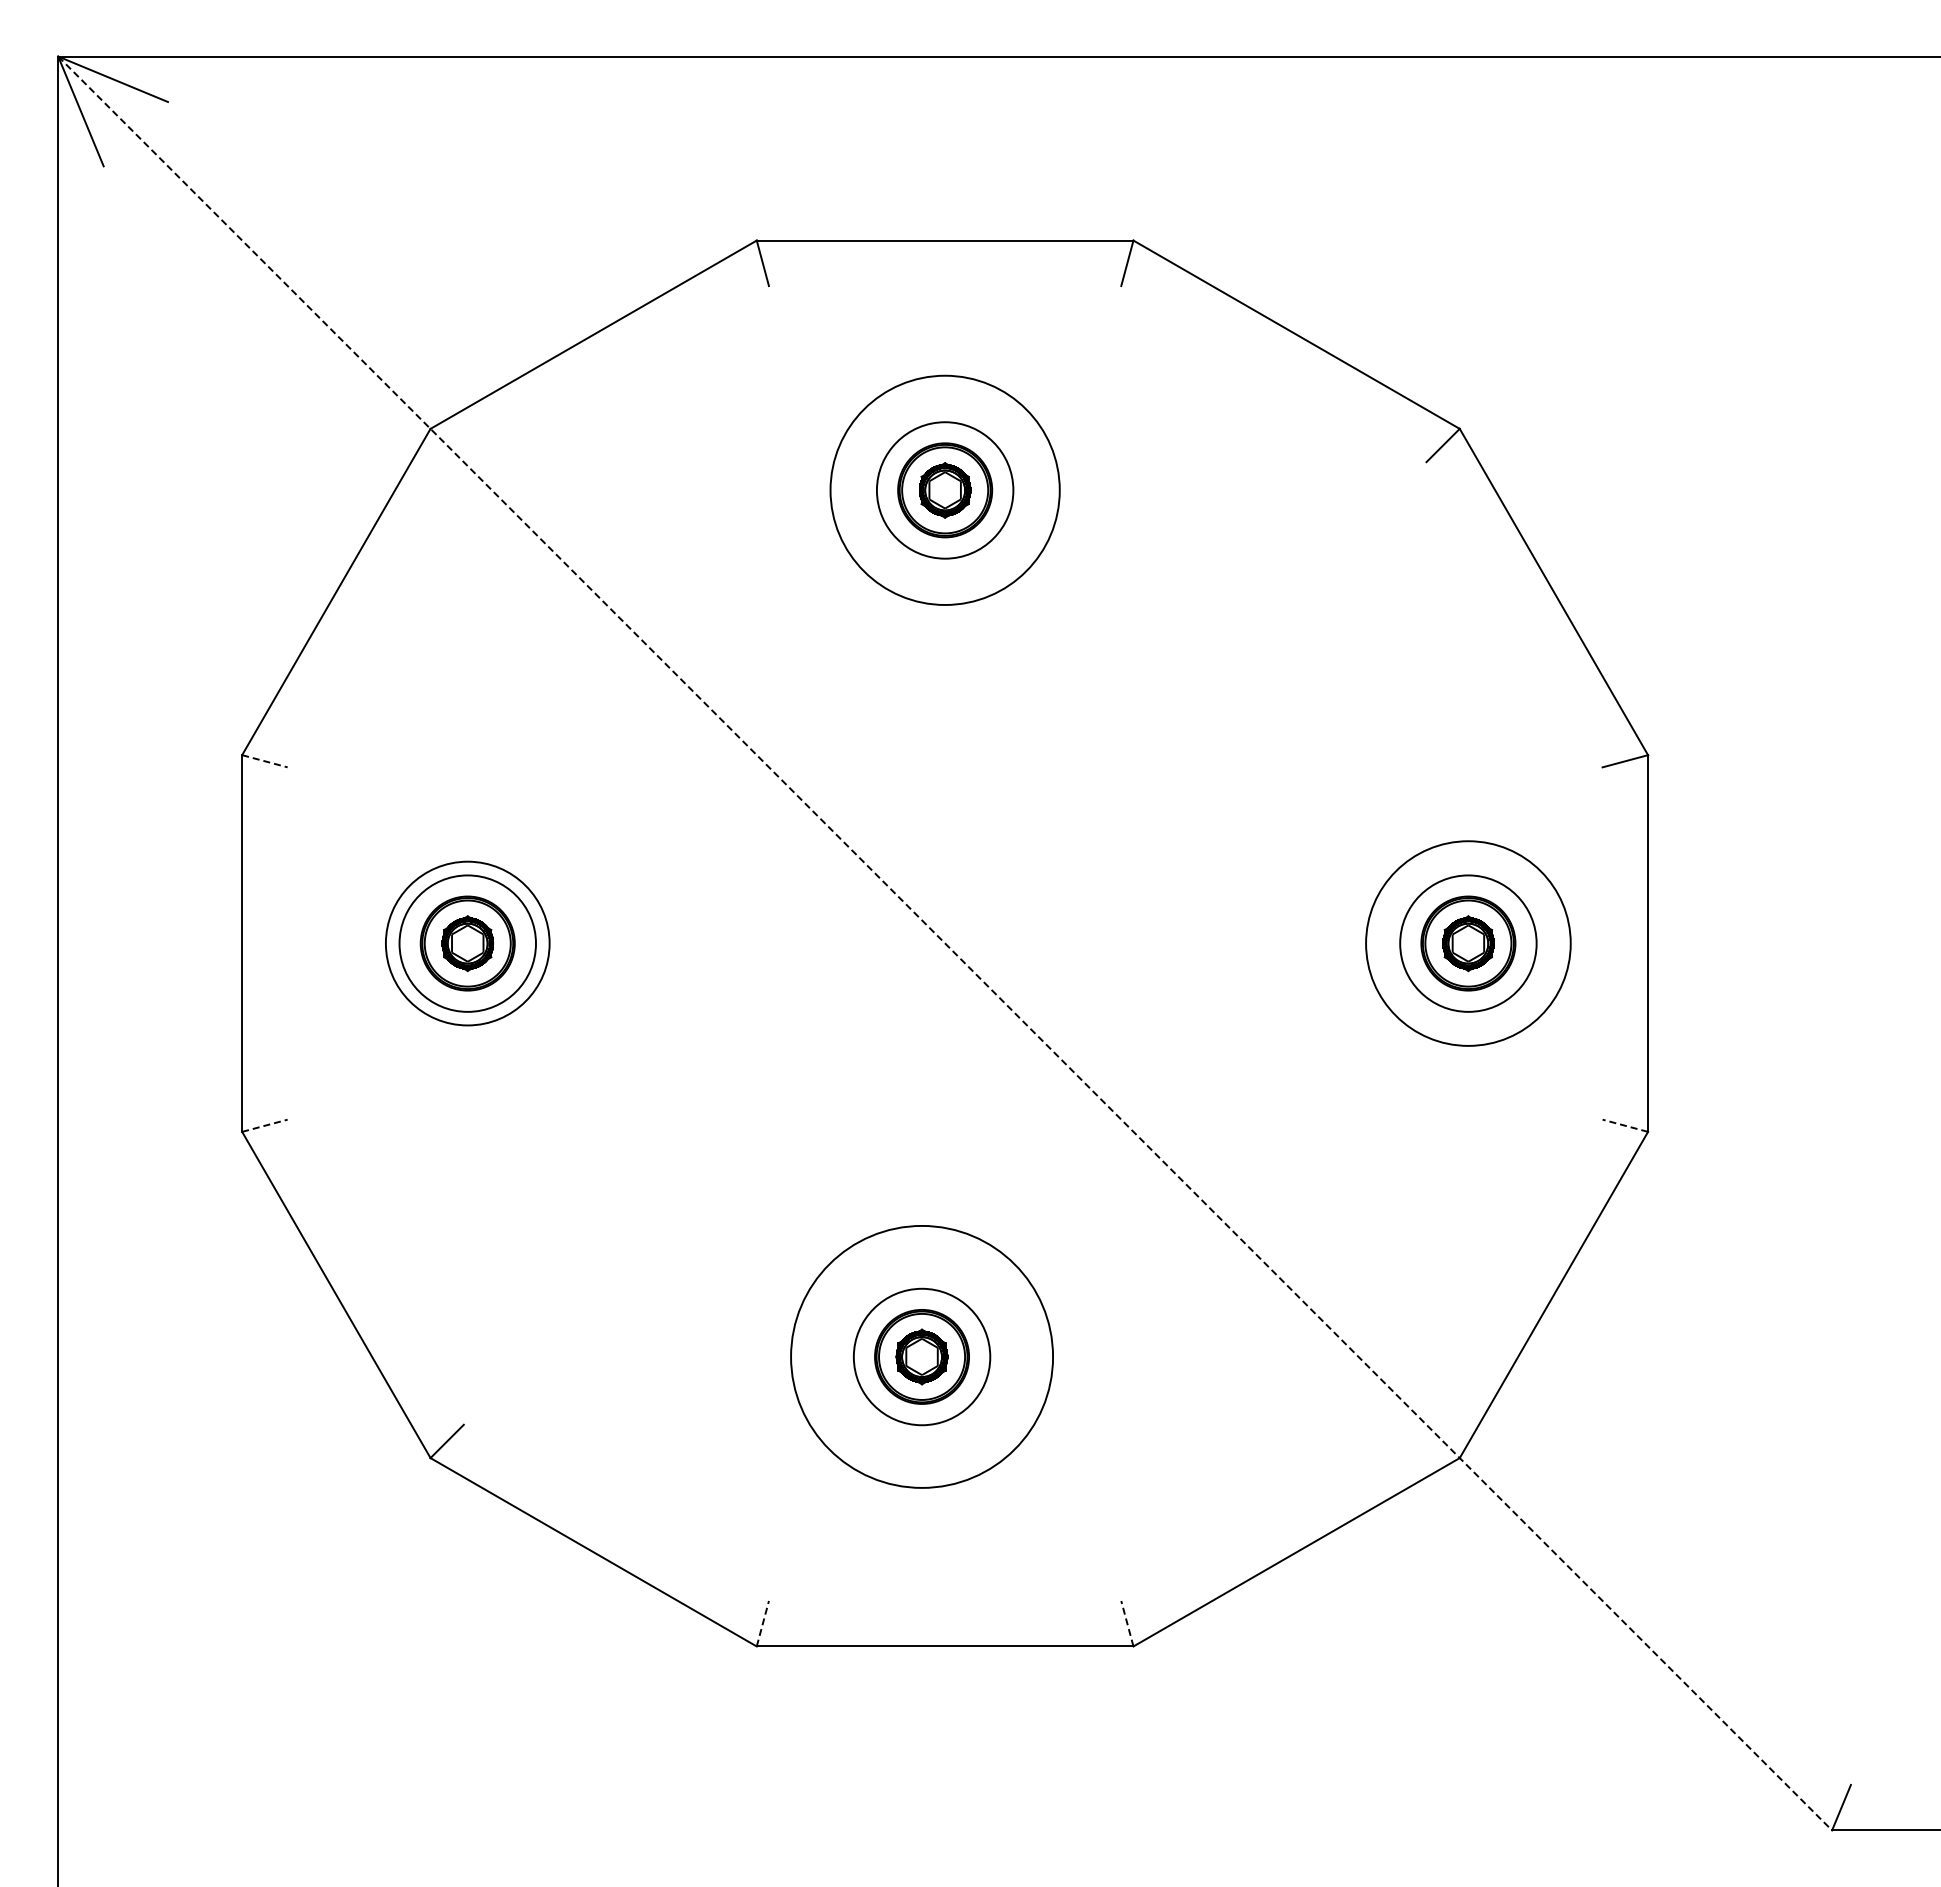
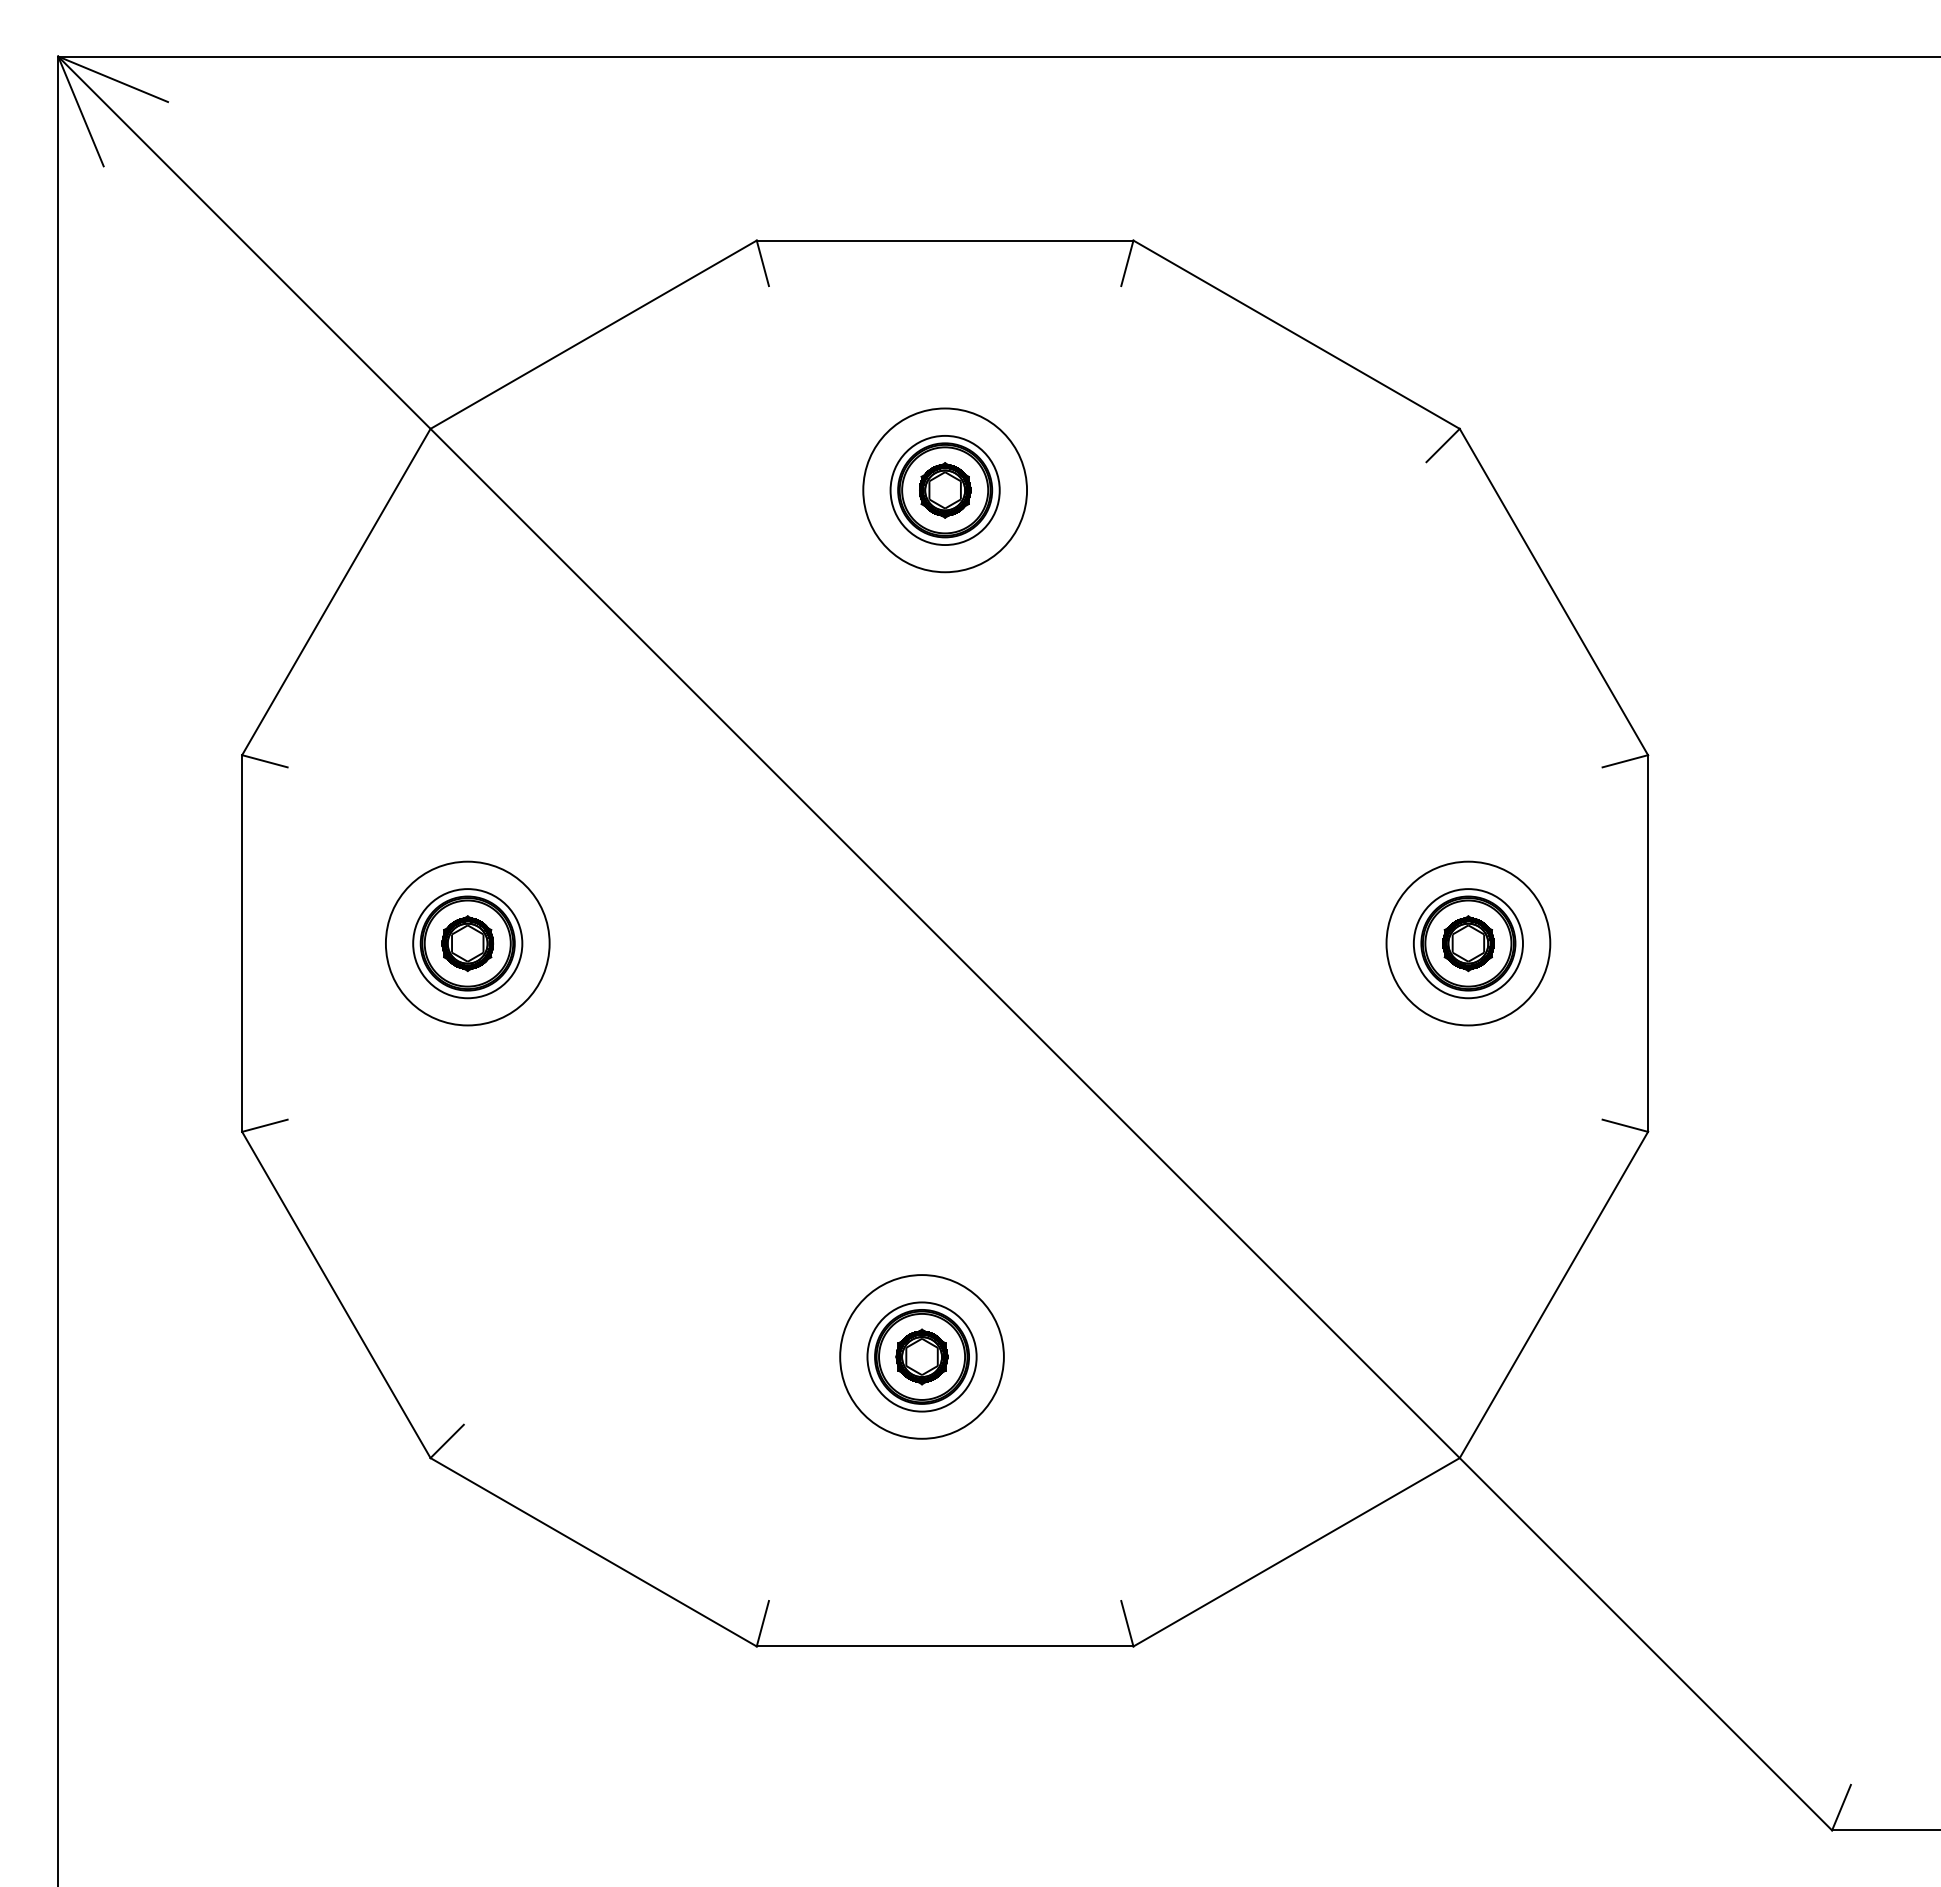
circle at (944, 489) diameter: 229 px -> 164 px
circle at (944, 490) diameter: 136 px -> 109 px
line at (264, 761): dashed -> solid
circle at (467, 943) diameter: 136 px -> 109 px
line at (945, 943): dashed -> solid
circle at (1468, 943) diameter: 136 px -> 109 px
circle at (1468, 943) diameter: 205 px -> 164 px
line at (264, 1125): dashed -> solid
line at (1625, 1125): dashed -> solid
circle at (921, 1356) diameter: 136 px -> 109 px
circle at (922, 1356) diameter: 262 px -> 164 px
line at (762, 1623): dashed -> solid
line at (1127, 1623): dashed -> solid
